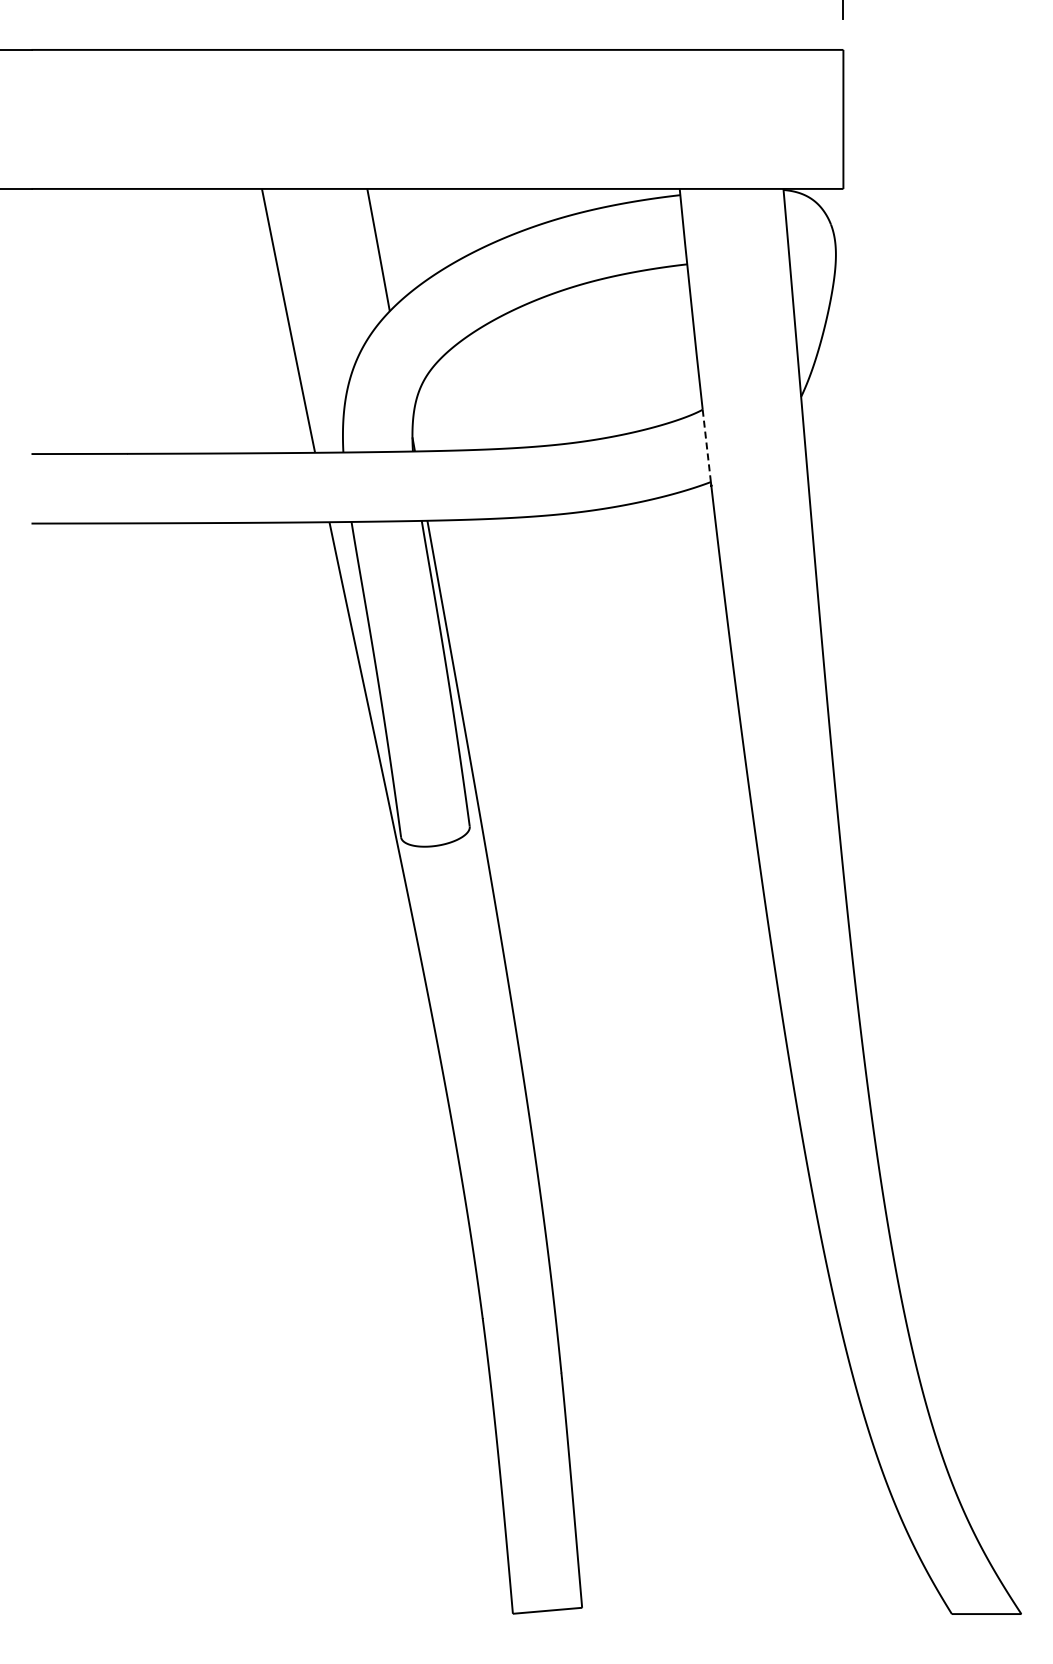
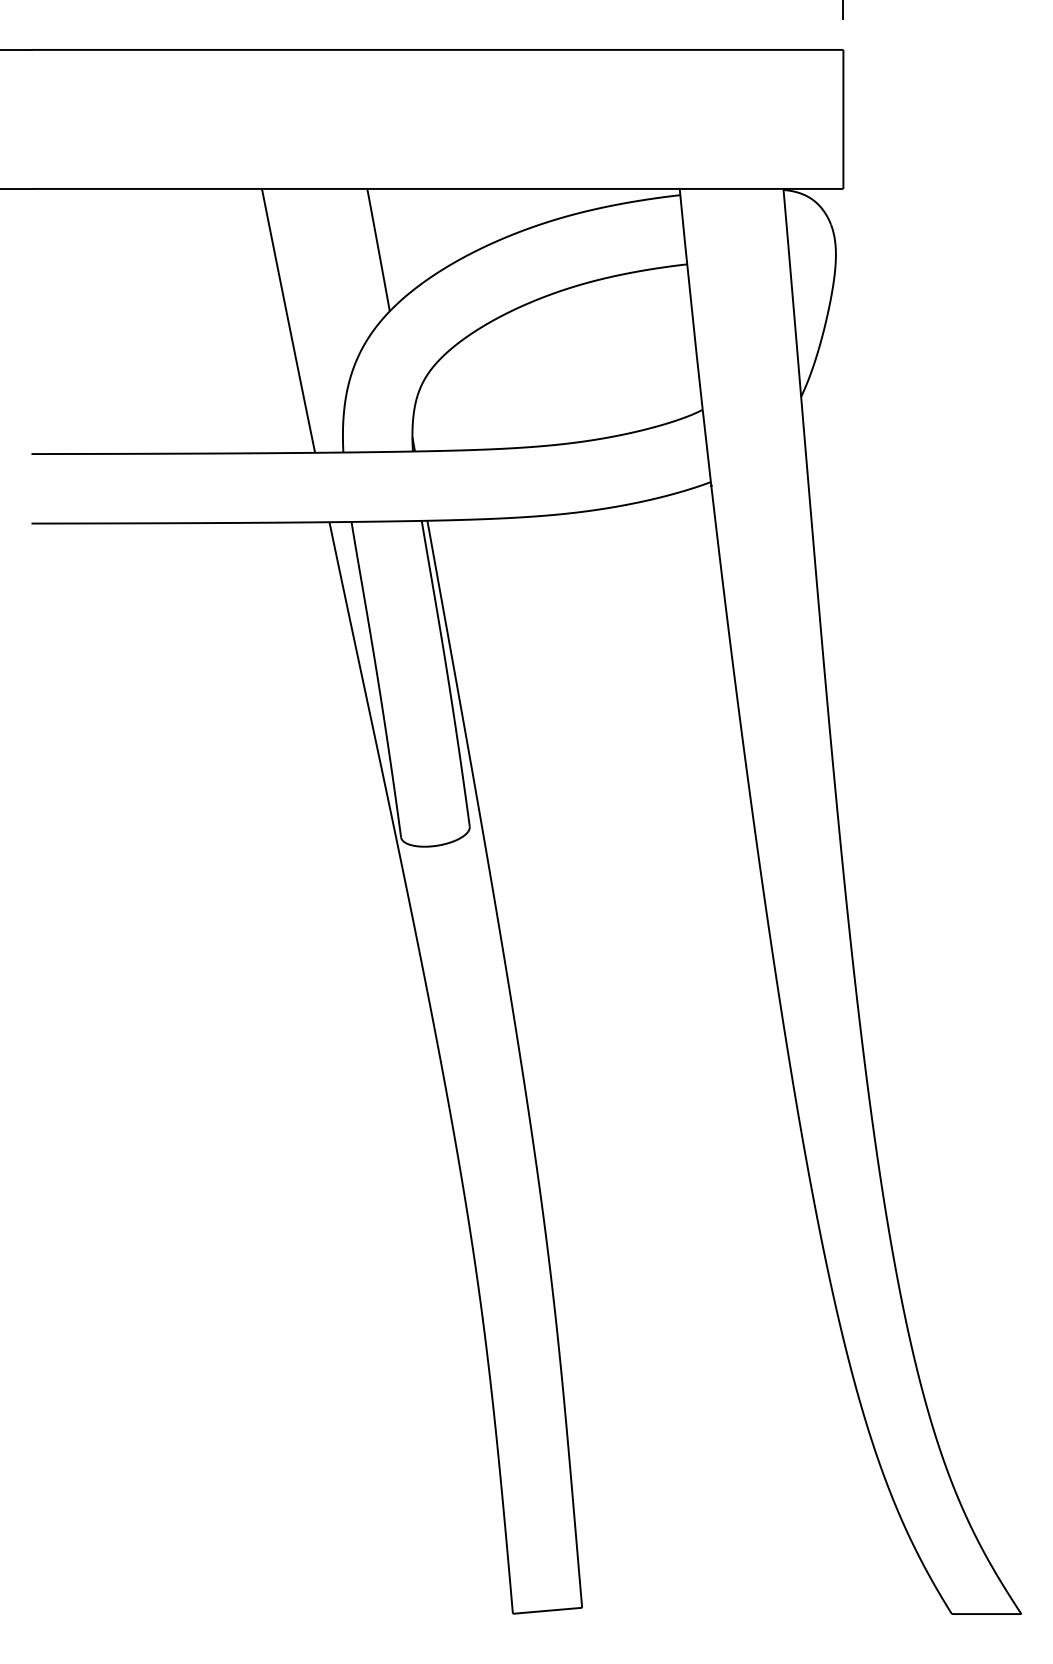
line at (706, 446): dashed -> solid
